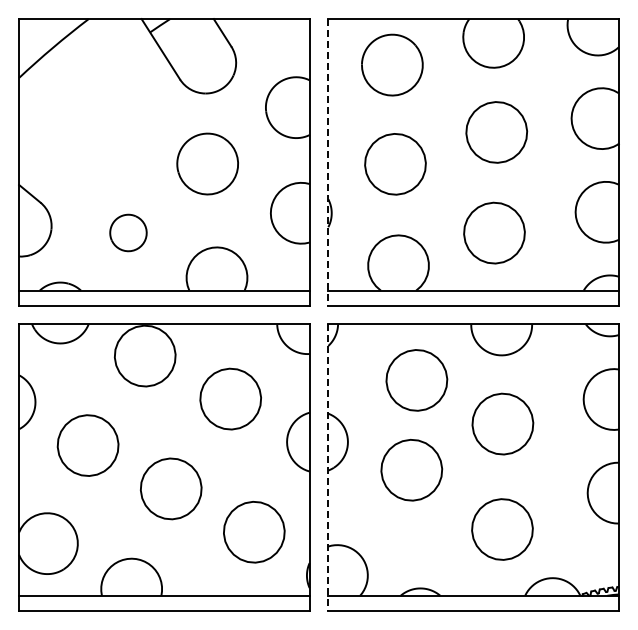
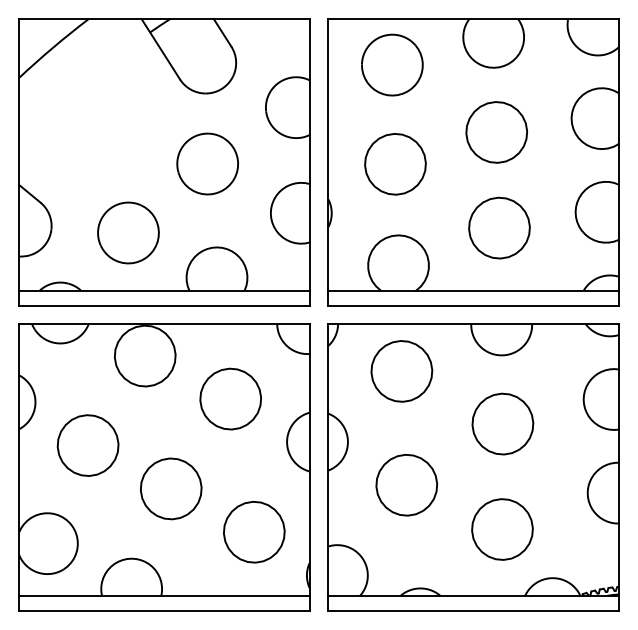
line at (328, 162): dashed -> solid
part at (128, 232) size: 39x40 px -> 63x64 px
part at (494, 232) position: (494, 232) -> (499, 227)
part at (416, 380) position: (416, 380) -> (401, 371)
line at (328, 468): dashed -> solid
part at (411, 470) position: (411, 470) -> (406, 485)
